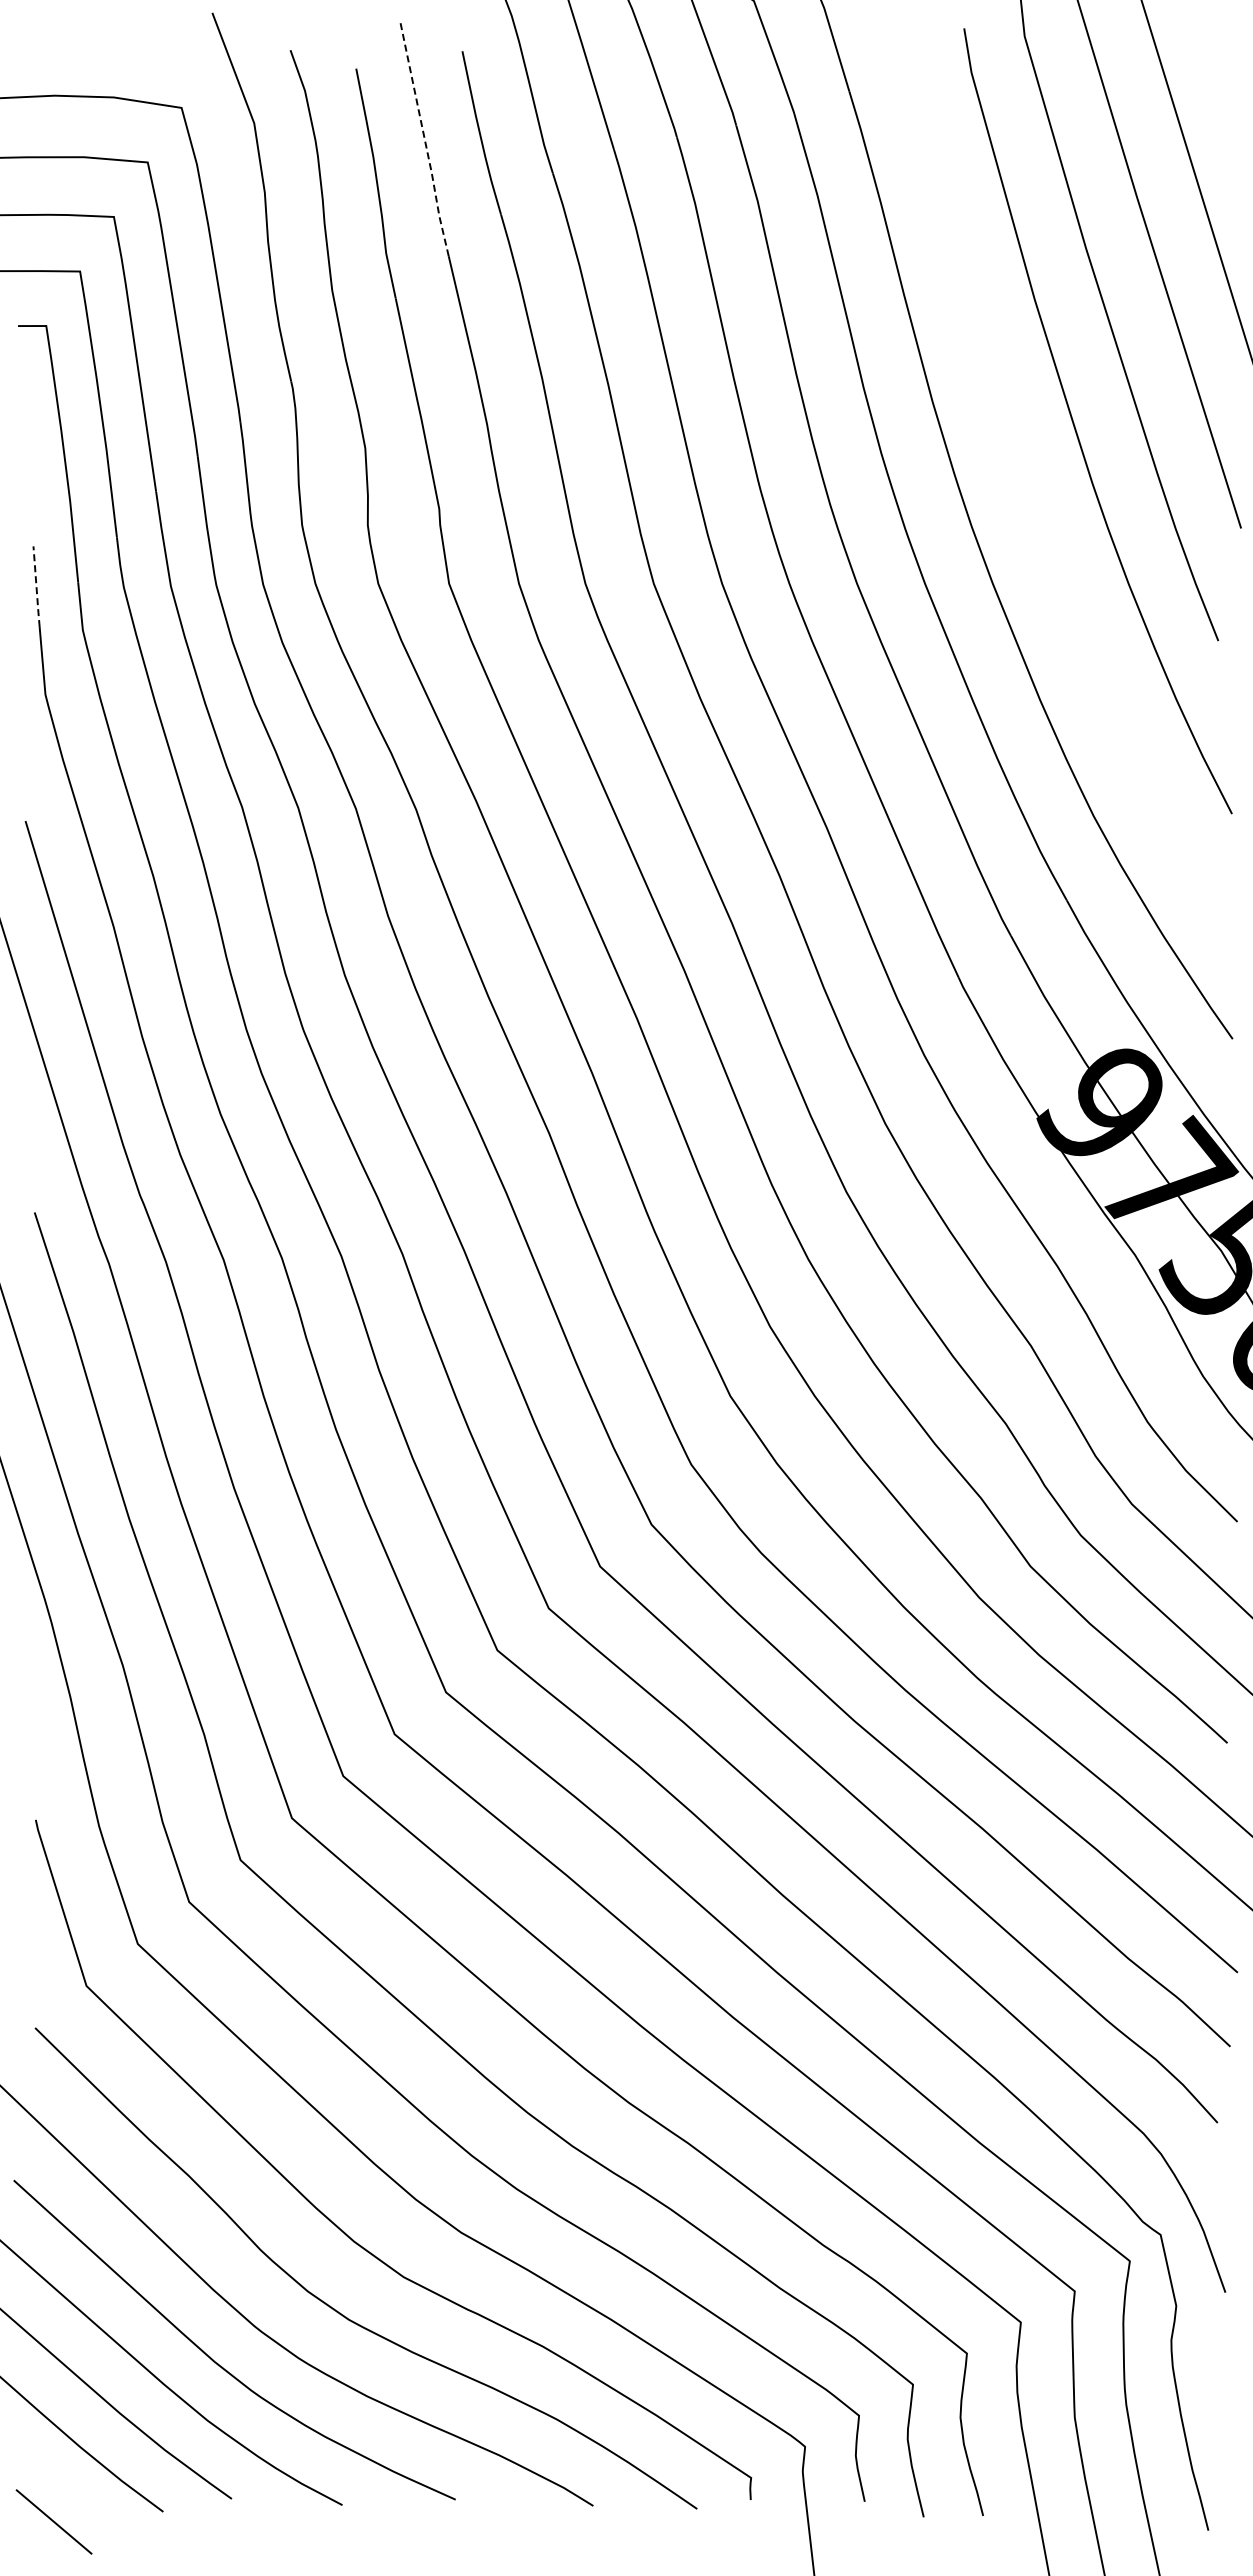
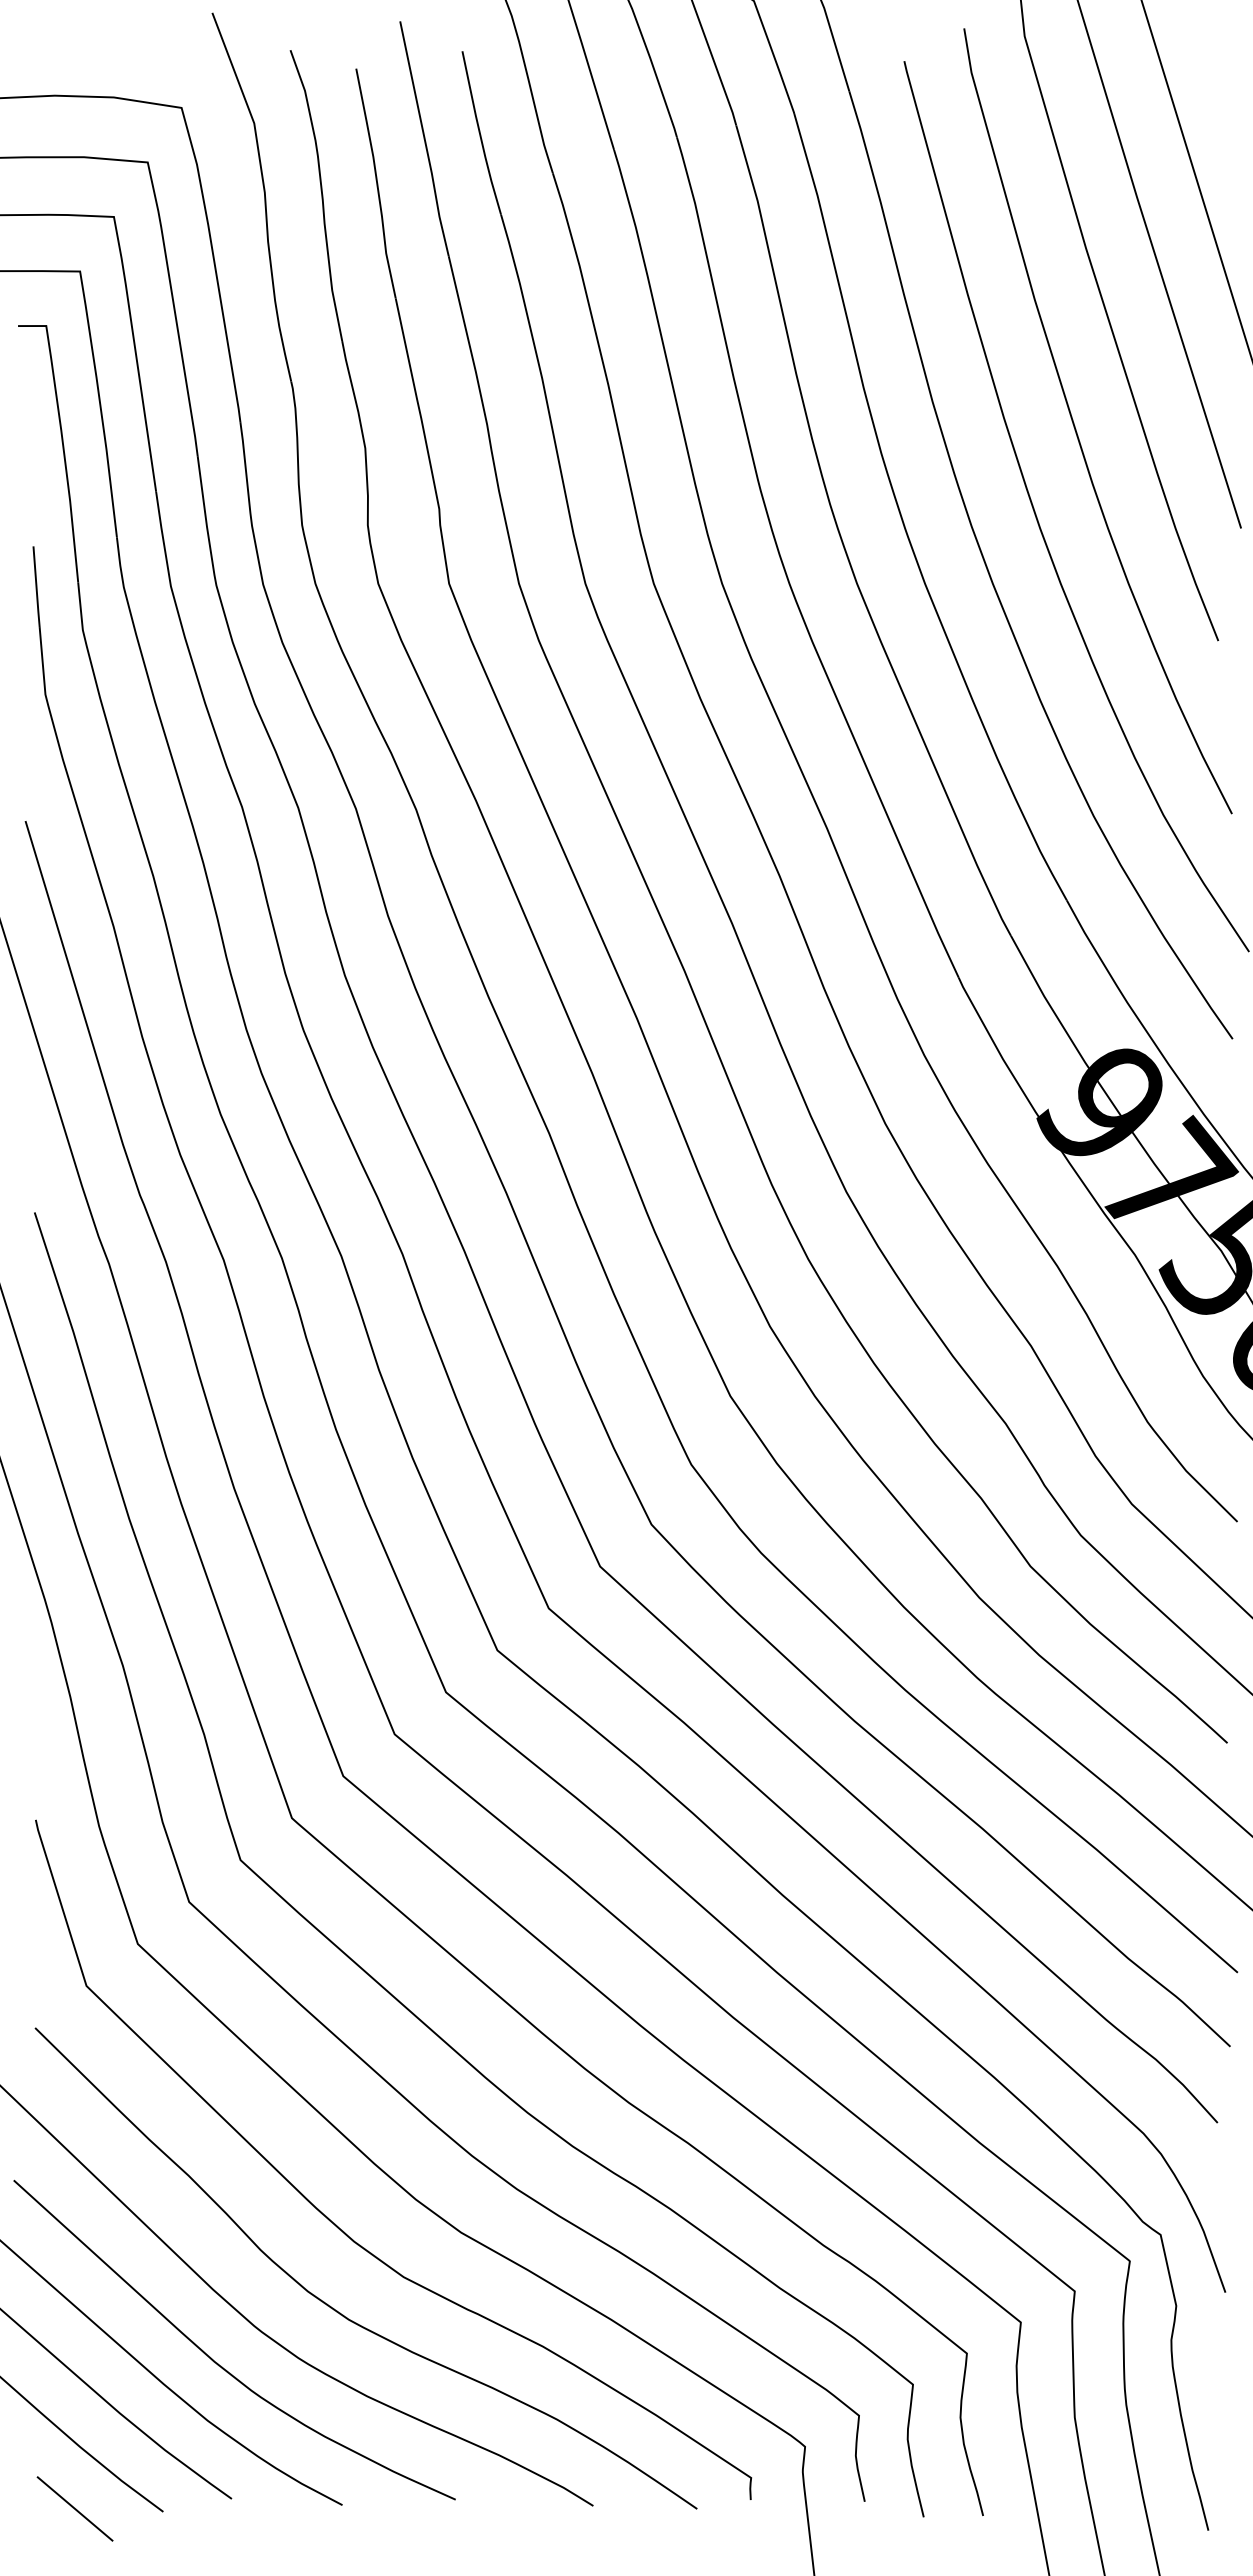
line at (424, 140): dashed -> solid
curve at (1038, 519): none -> present
line at (36, 587): dashed -> solid
line at (53, 2521) position: (53, 2521) -> (74, 2508)
